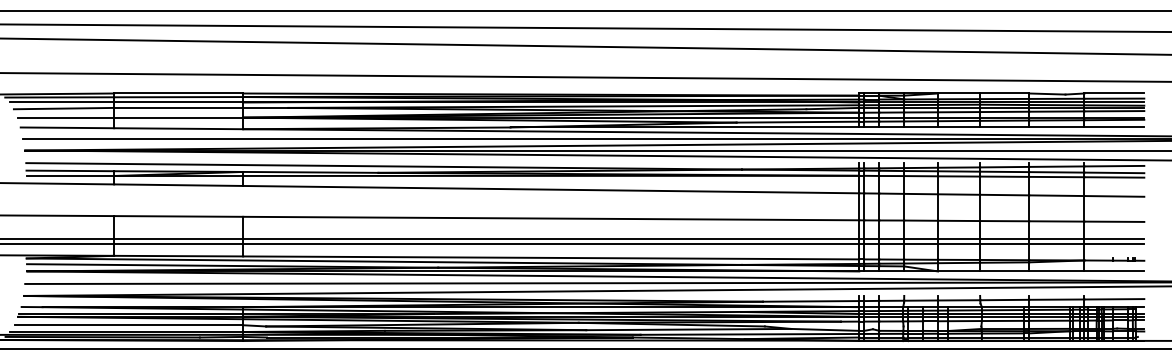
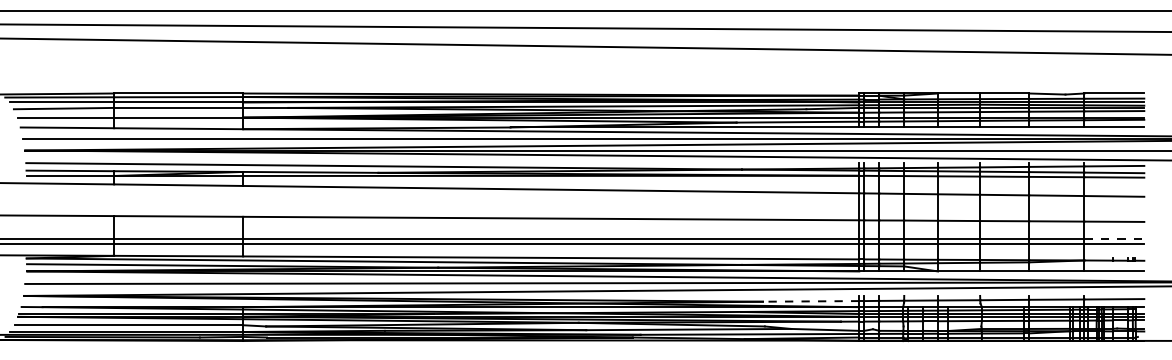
line at (585, 77): present -> none
line at (1114, 238): solid -> dashed
line at (810, 301): solid -> dashed
line at (585, 348): present -> none
